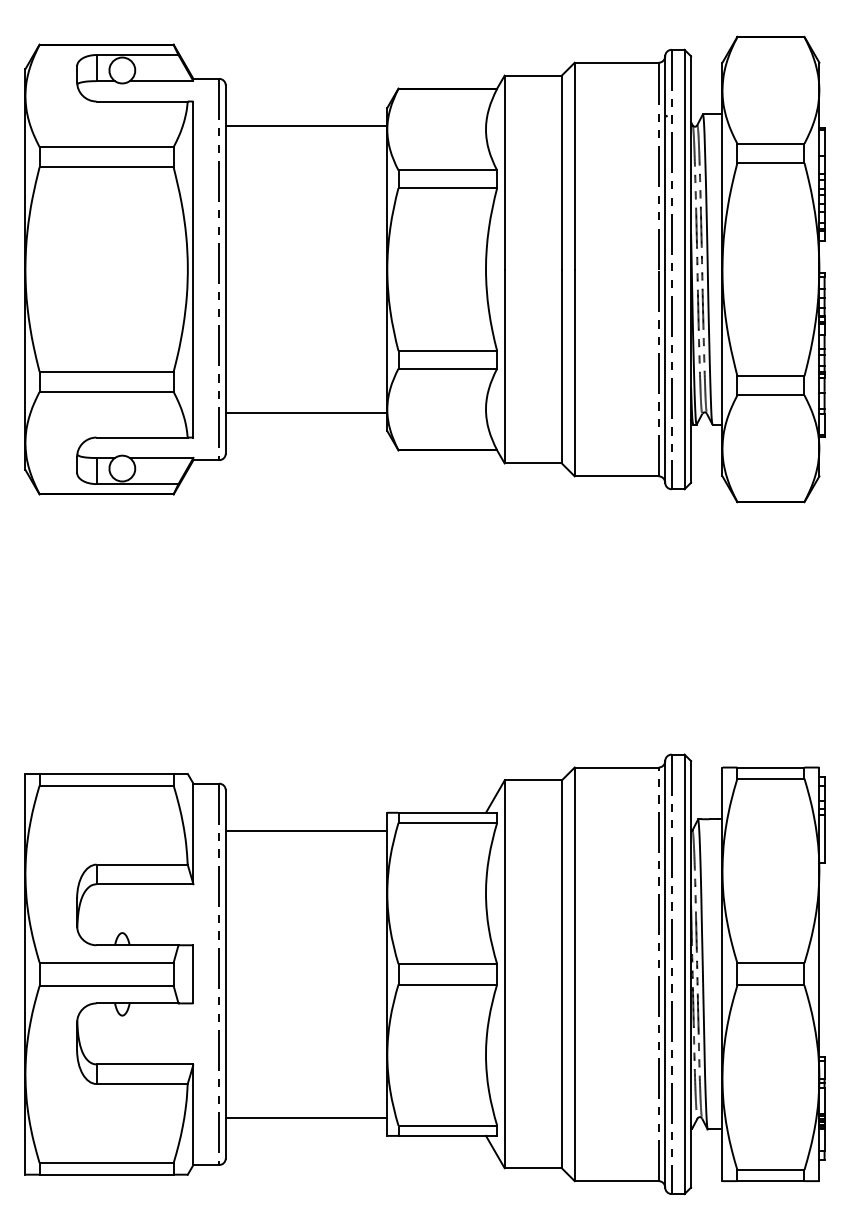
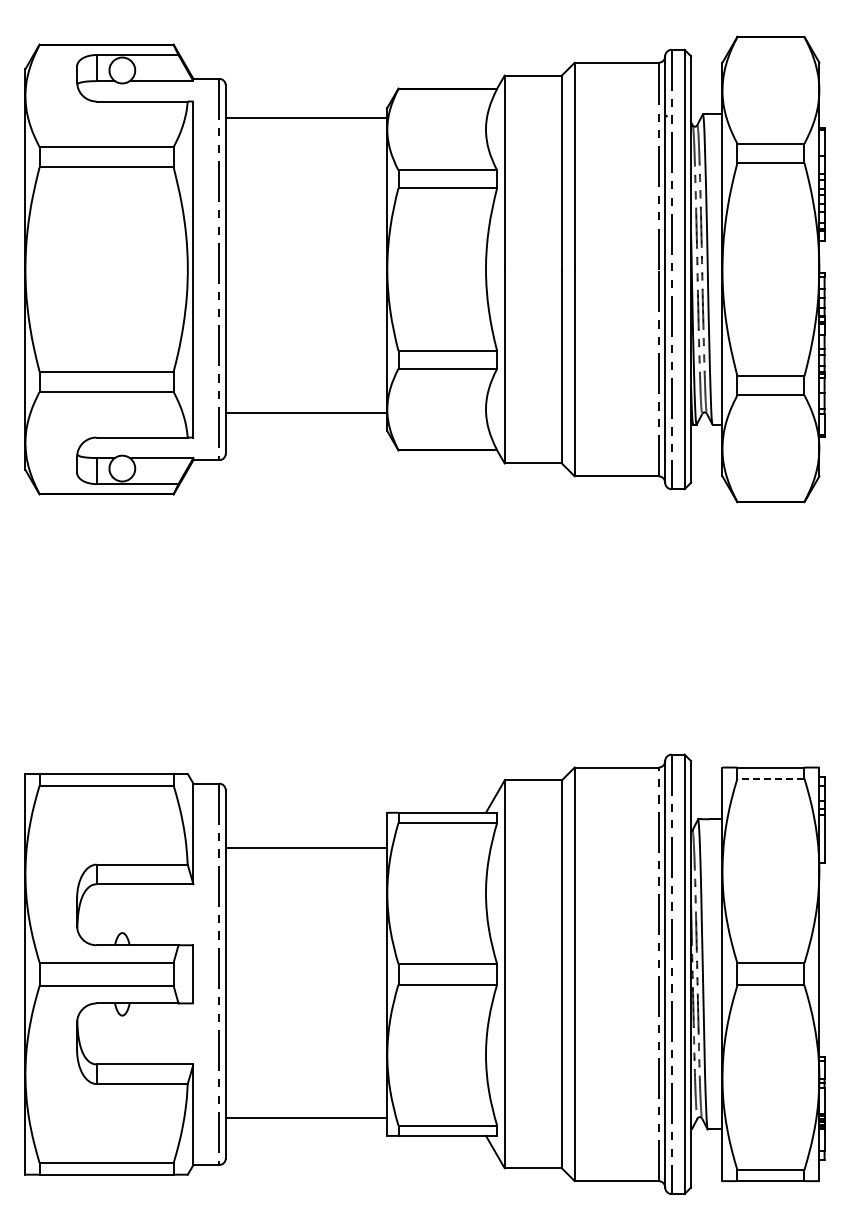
line at (306, 126) position: (306, 126) -> (306, 118)
line at (770, 778): solid -> dashed
line at (306, 830) position: (306, 830) -> (306, 847)
